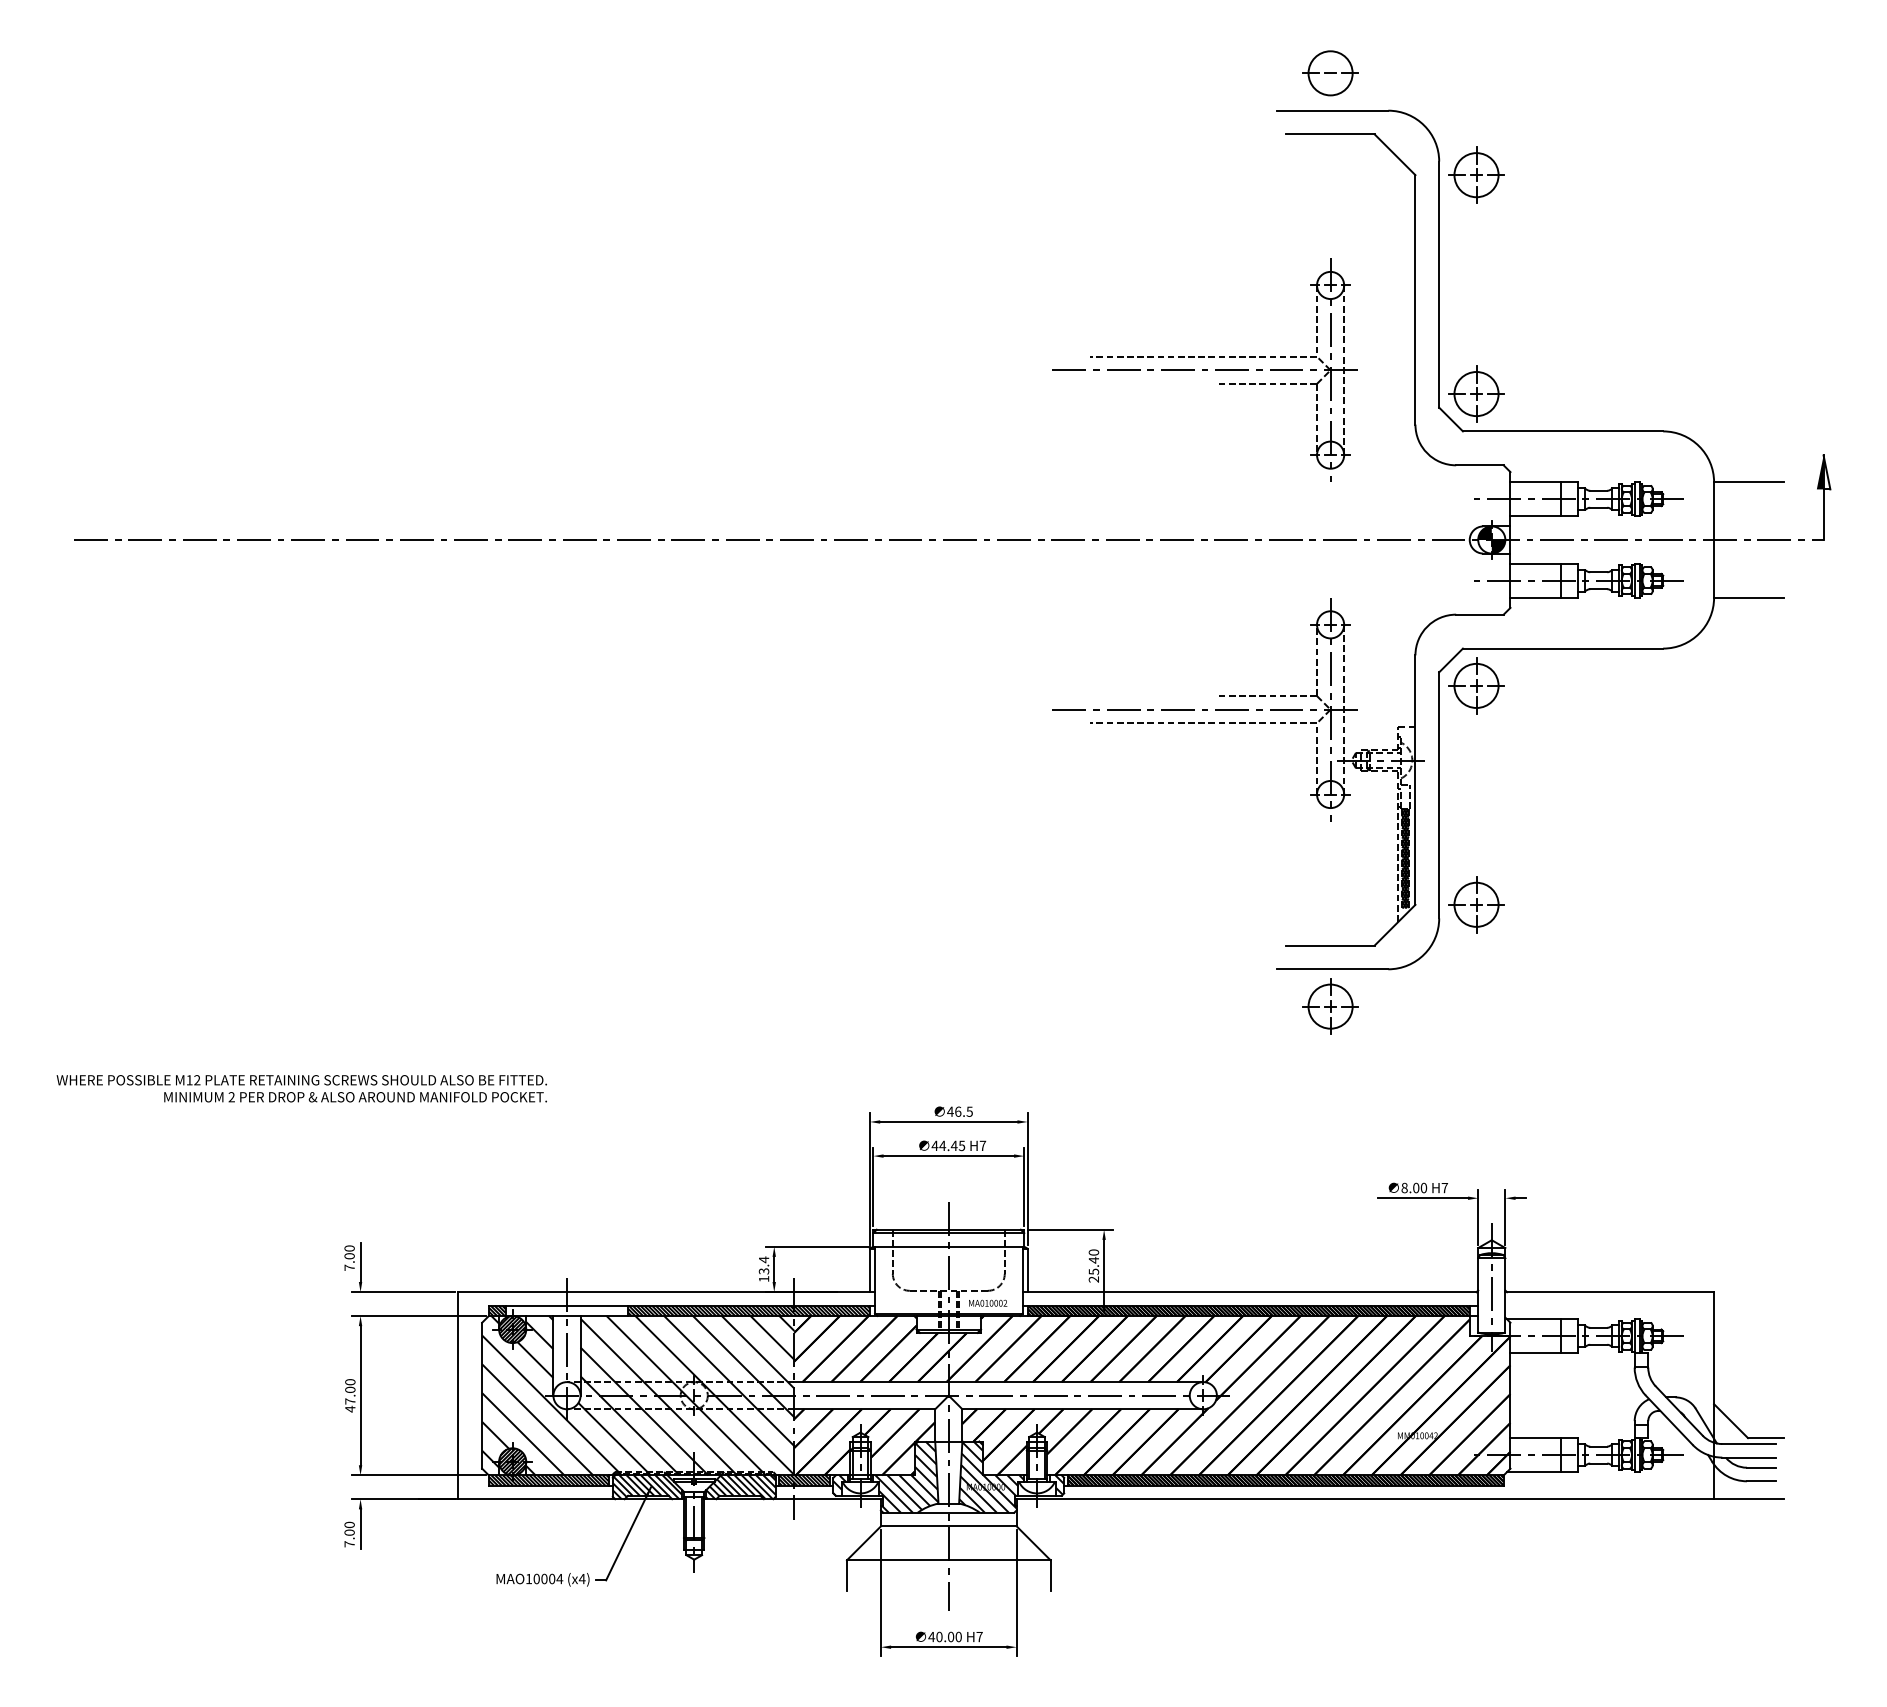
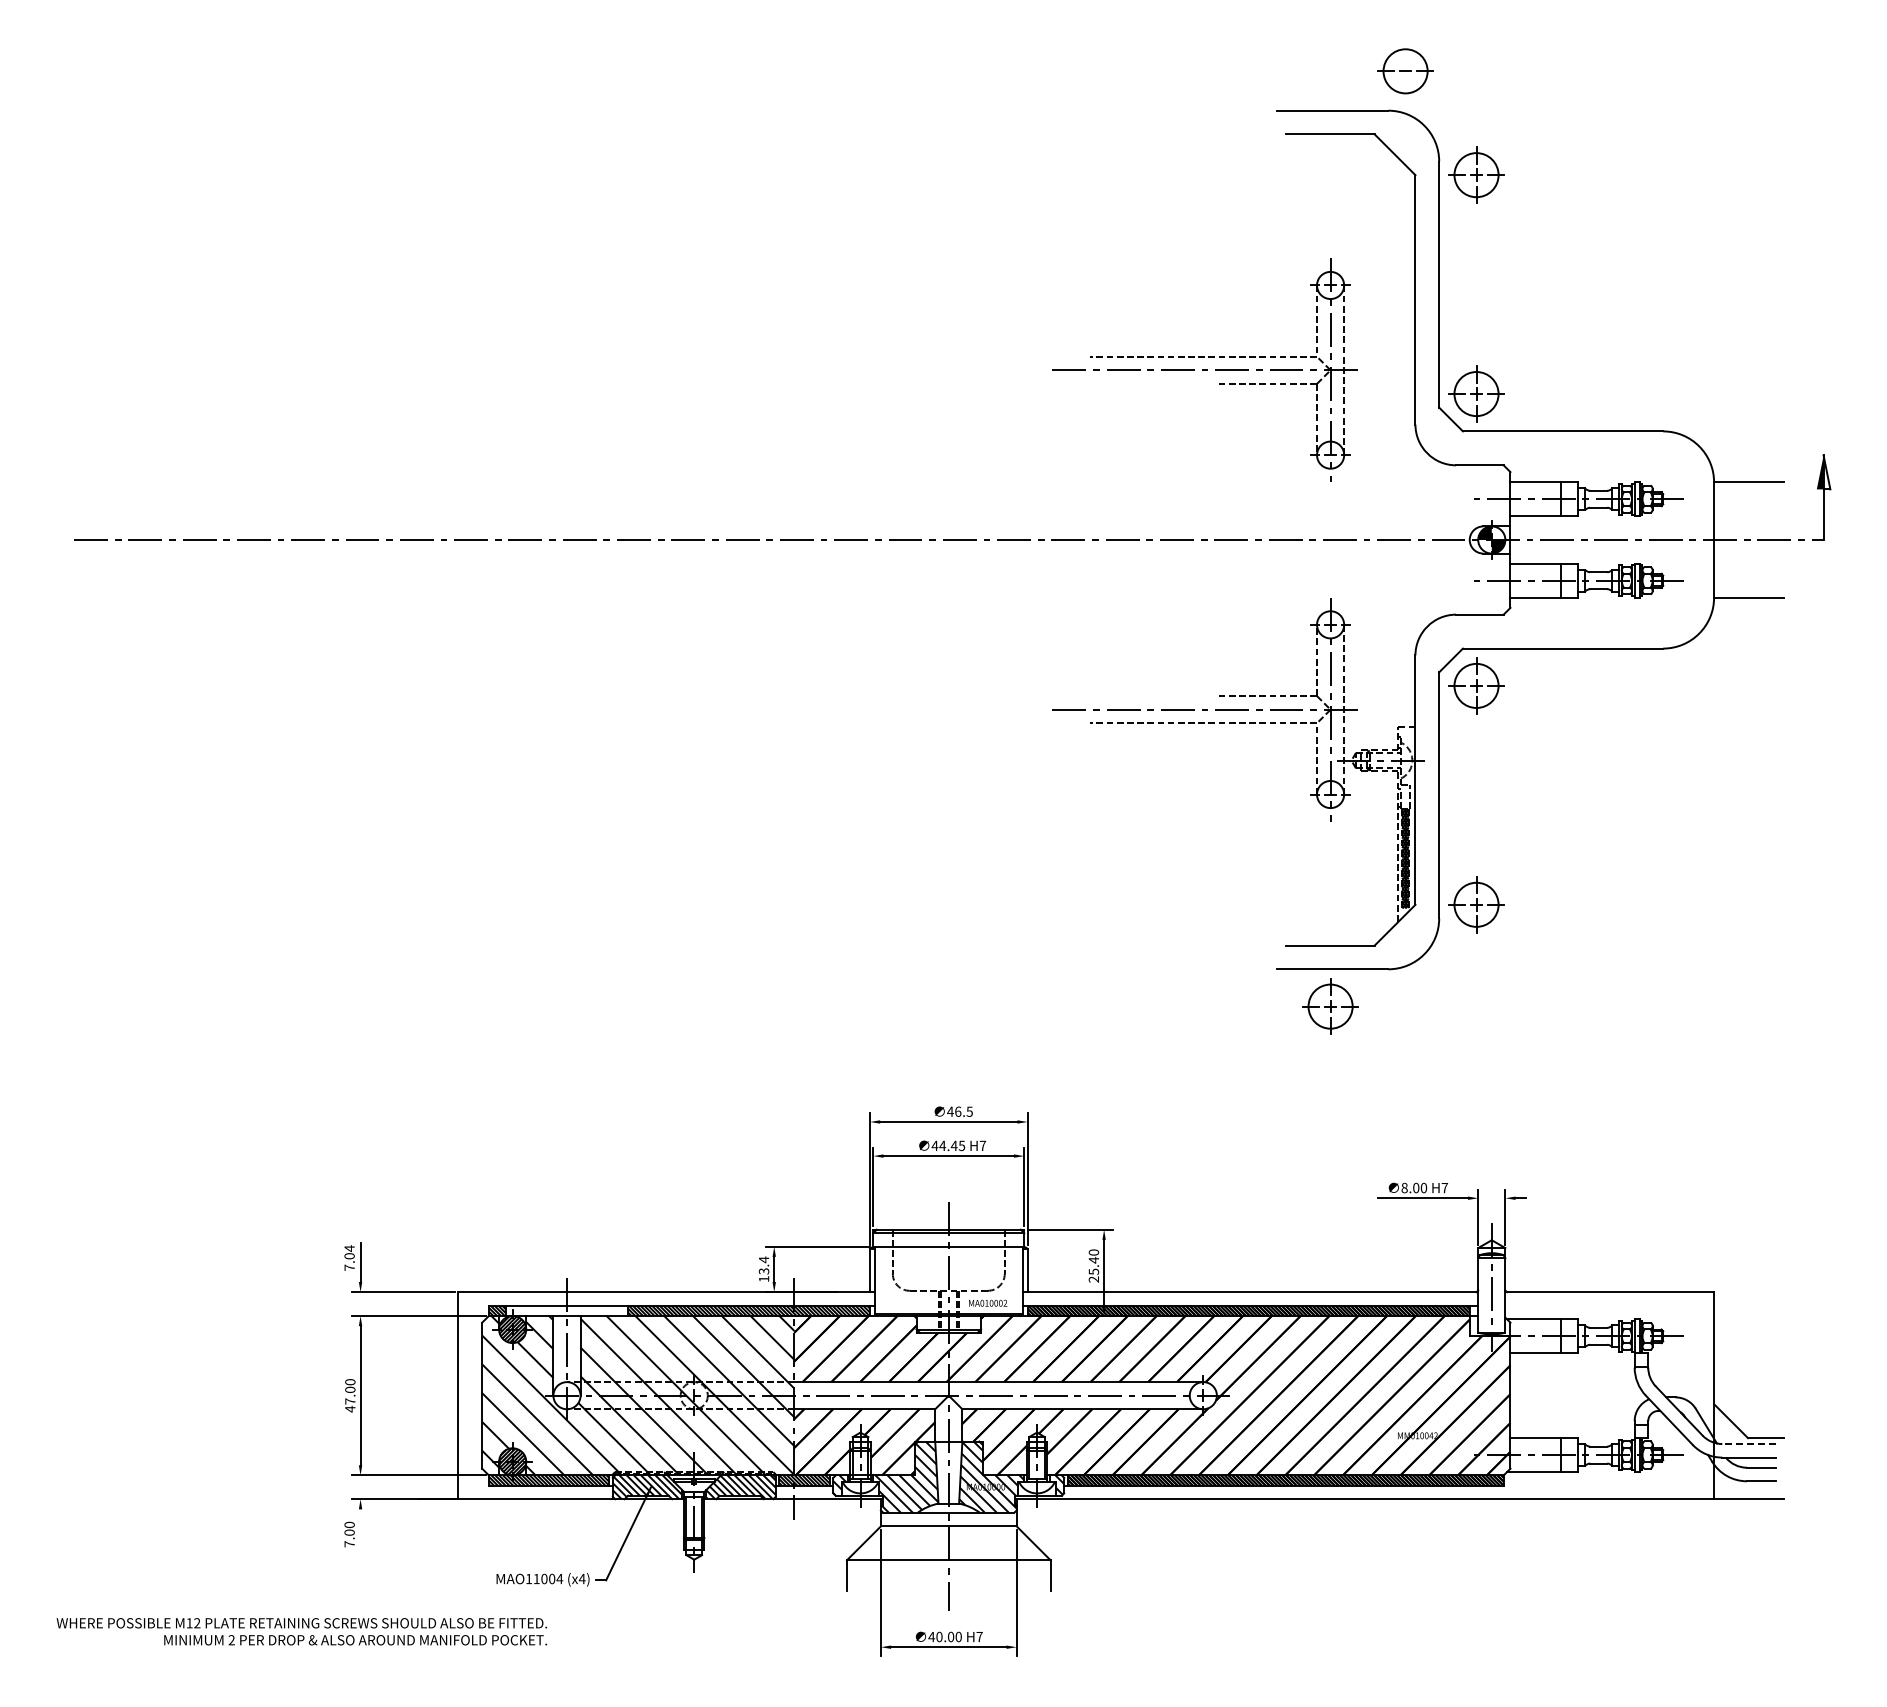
part at (1330, 73) position: (1330, 73) -> (1405, 71)
text at (301, 1088) position: (301, 1088) -> (301, 1631)
text at (349, 1248): 7.00 -> 7.04
line at (1749, 1444): solid -> dashed
line at (360, 1528): present -> none
text at (536, 1578): MAO10004 -> MAO11004
